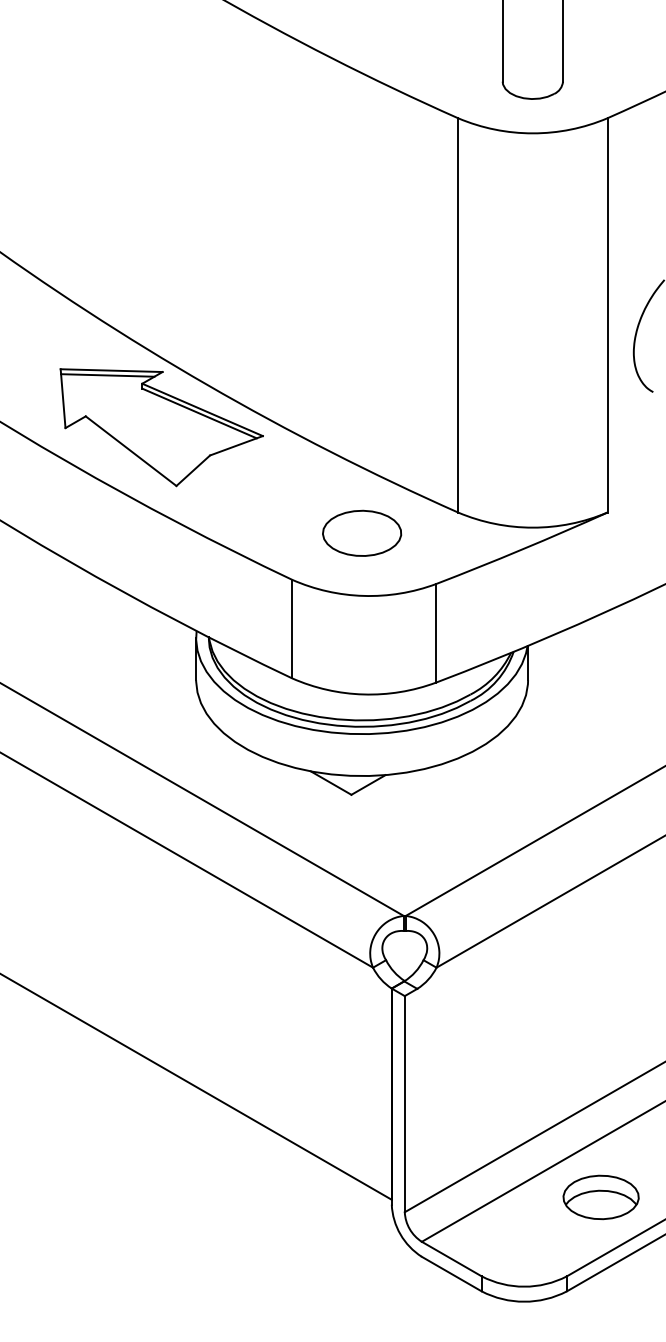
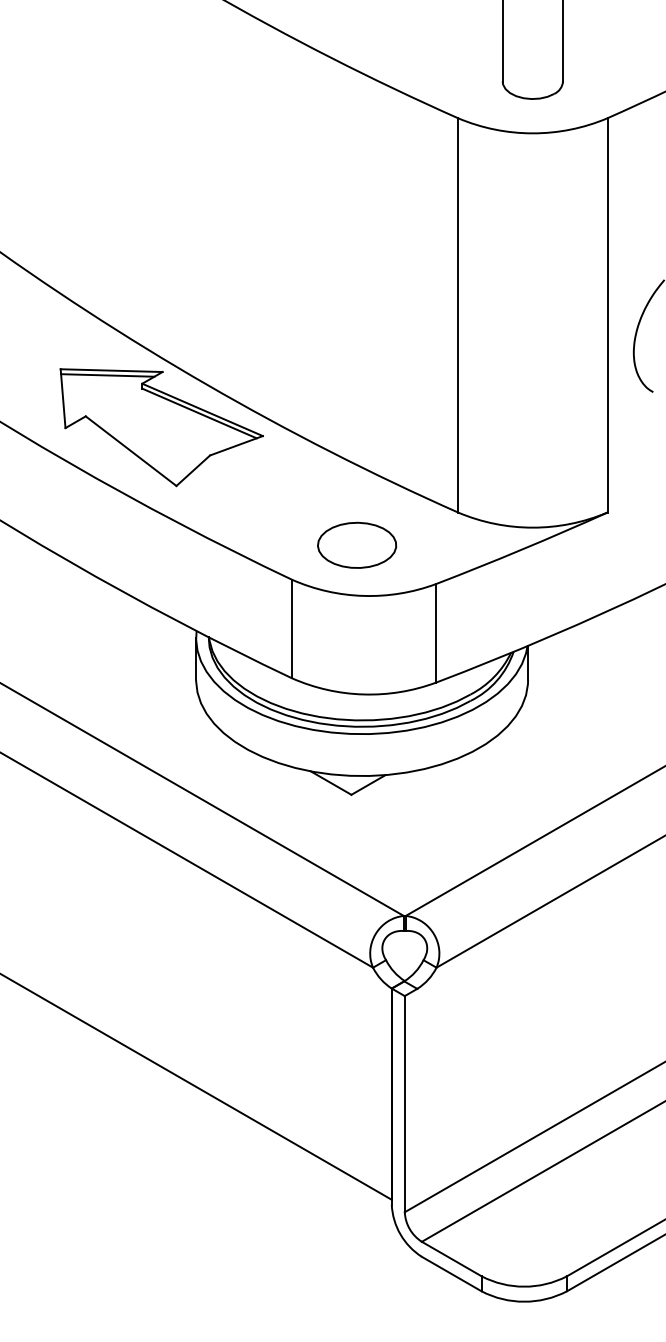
part at (362, 532) position: (362, 532) -> (357, 544)
part at (600, 1197): present -> none
